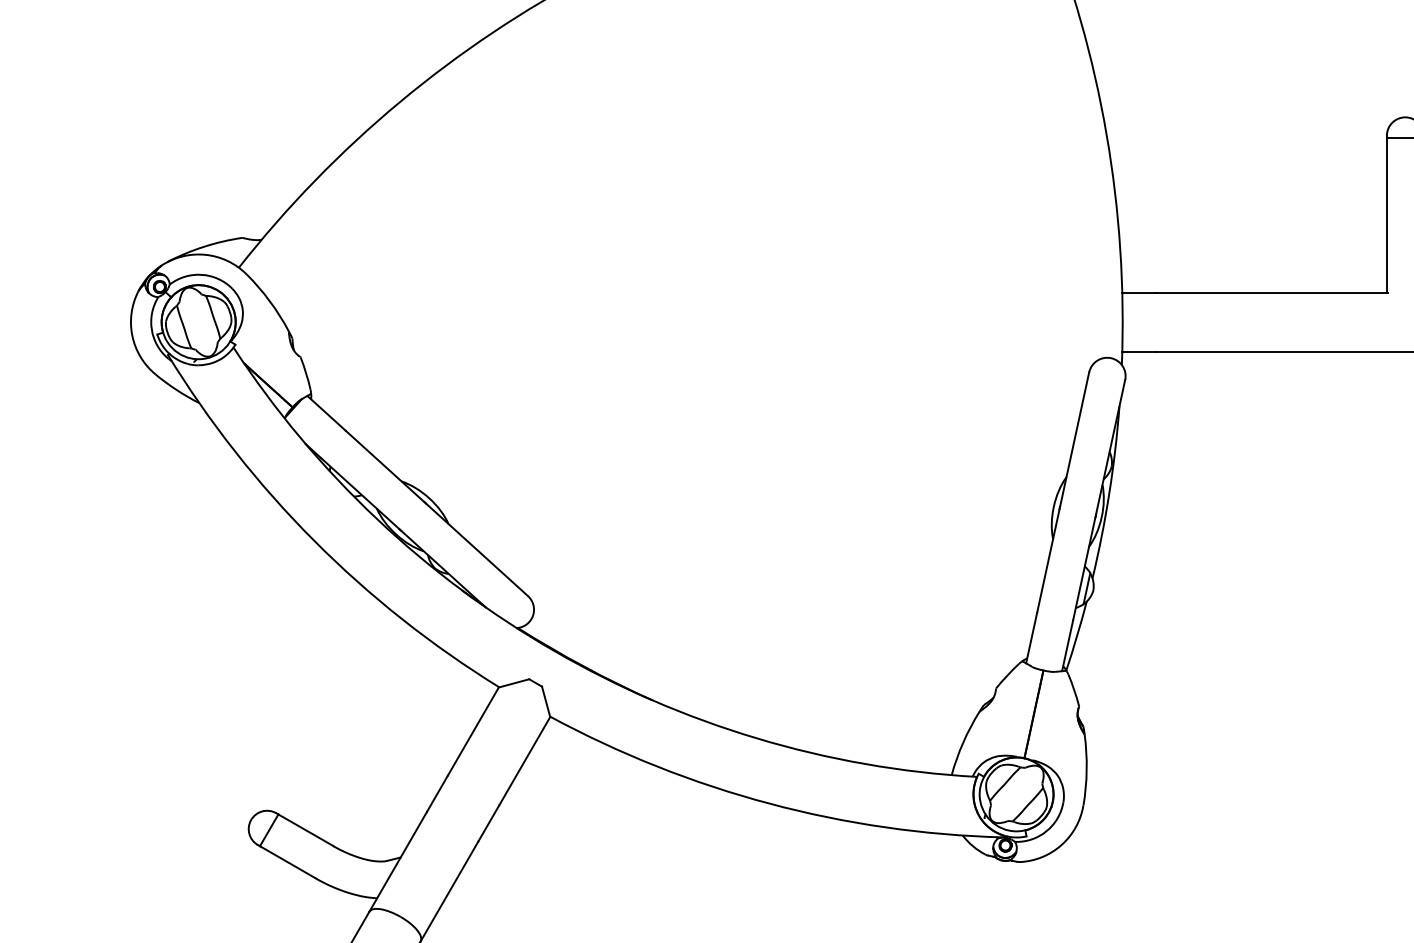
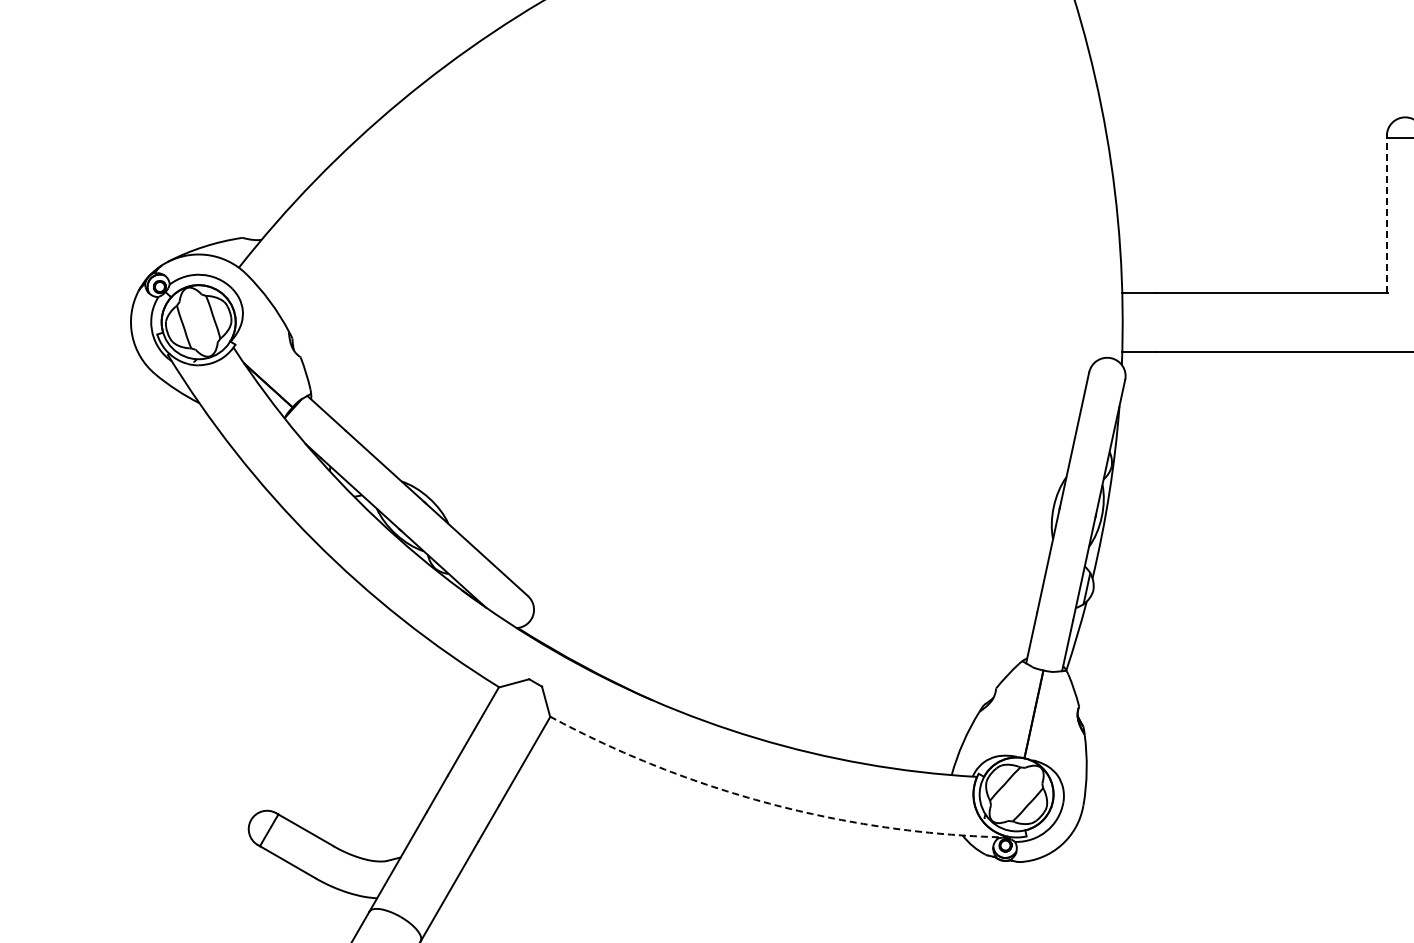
line at (1386, 214): solid -> dashed
arc at (769, 803): solid -> dashed
